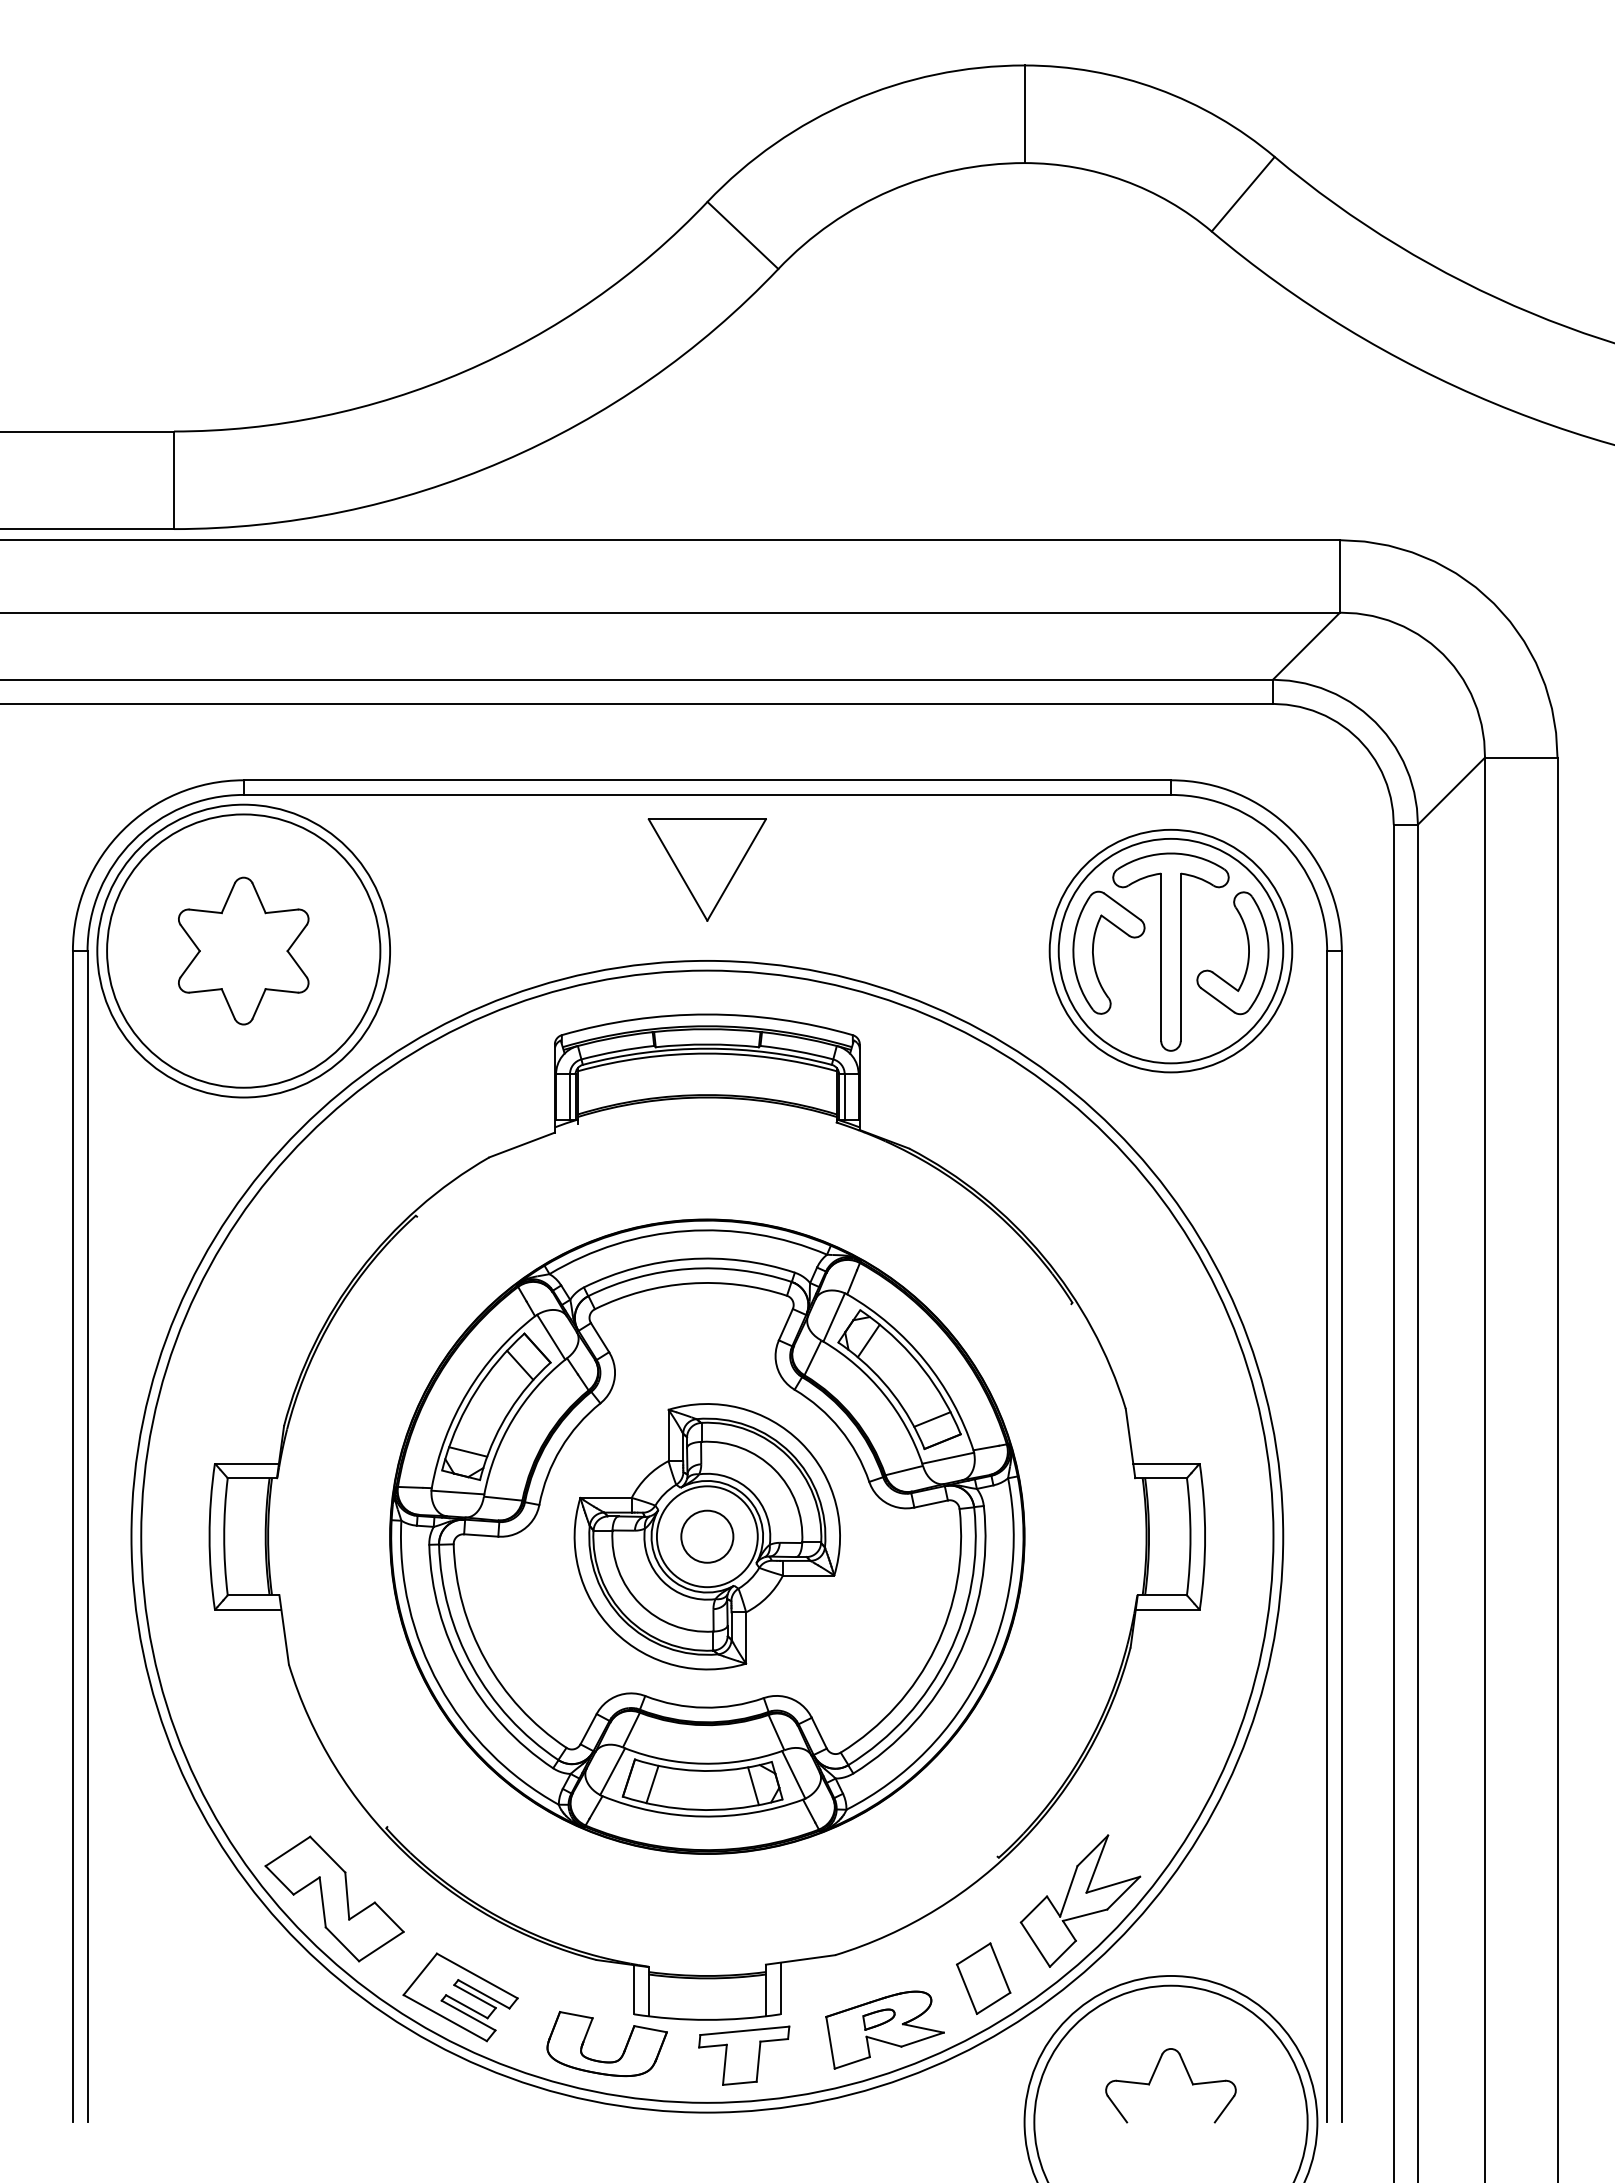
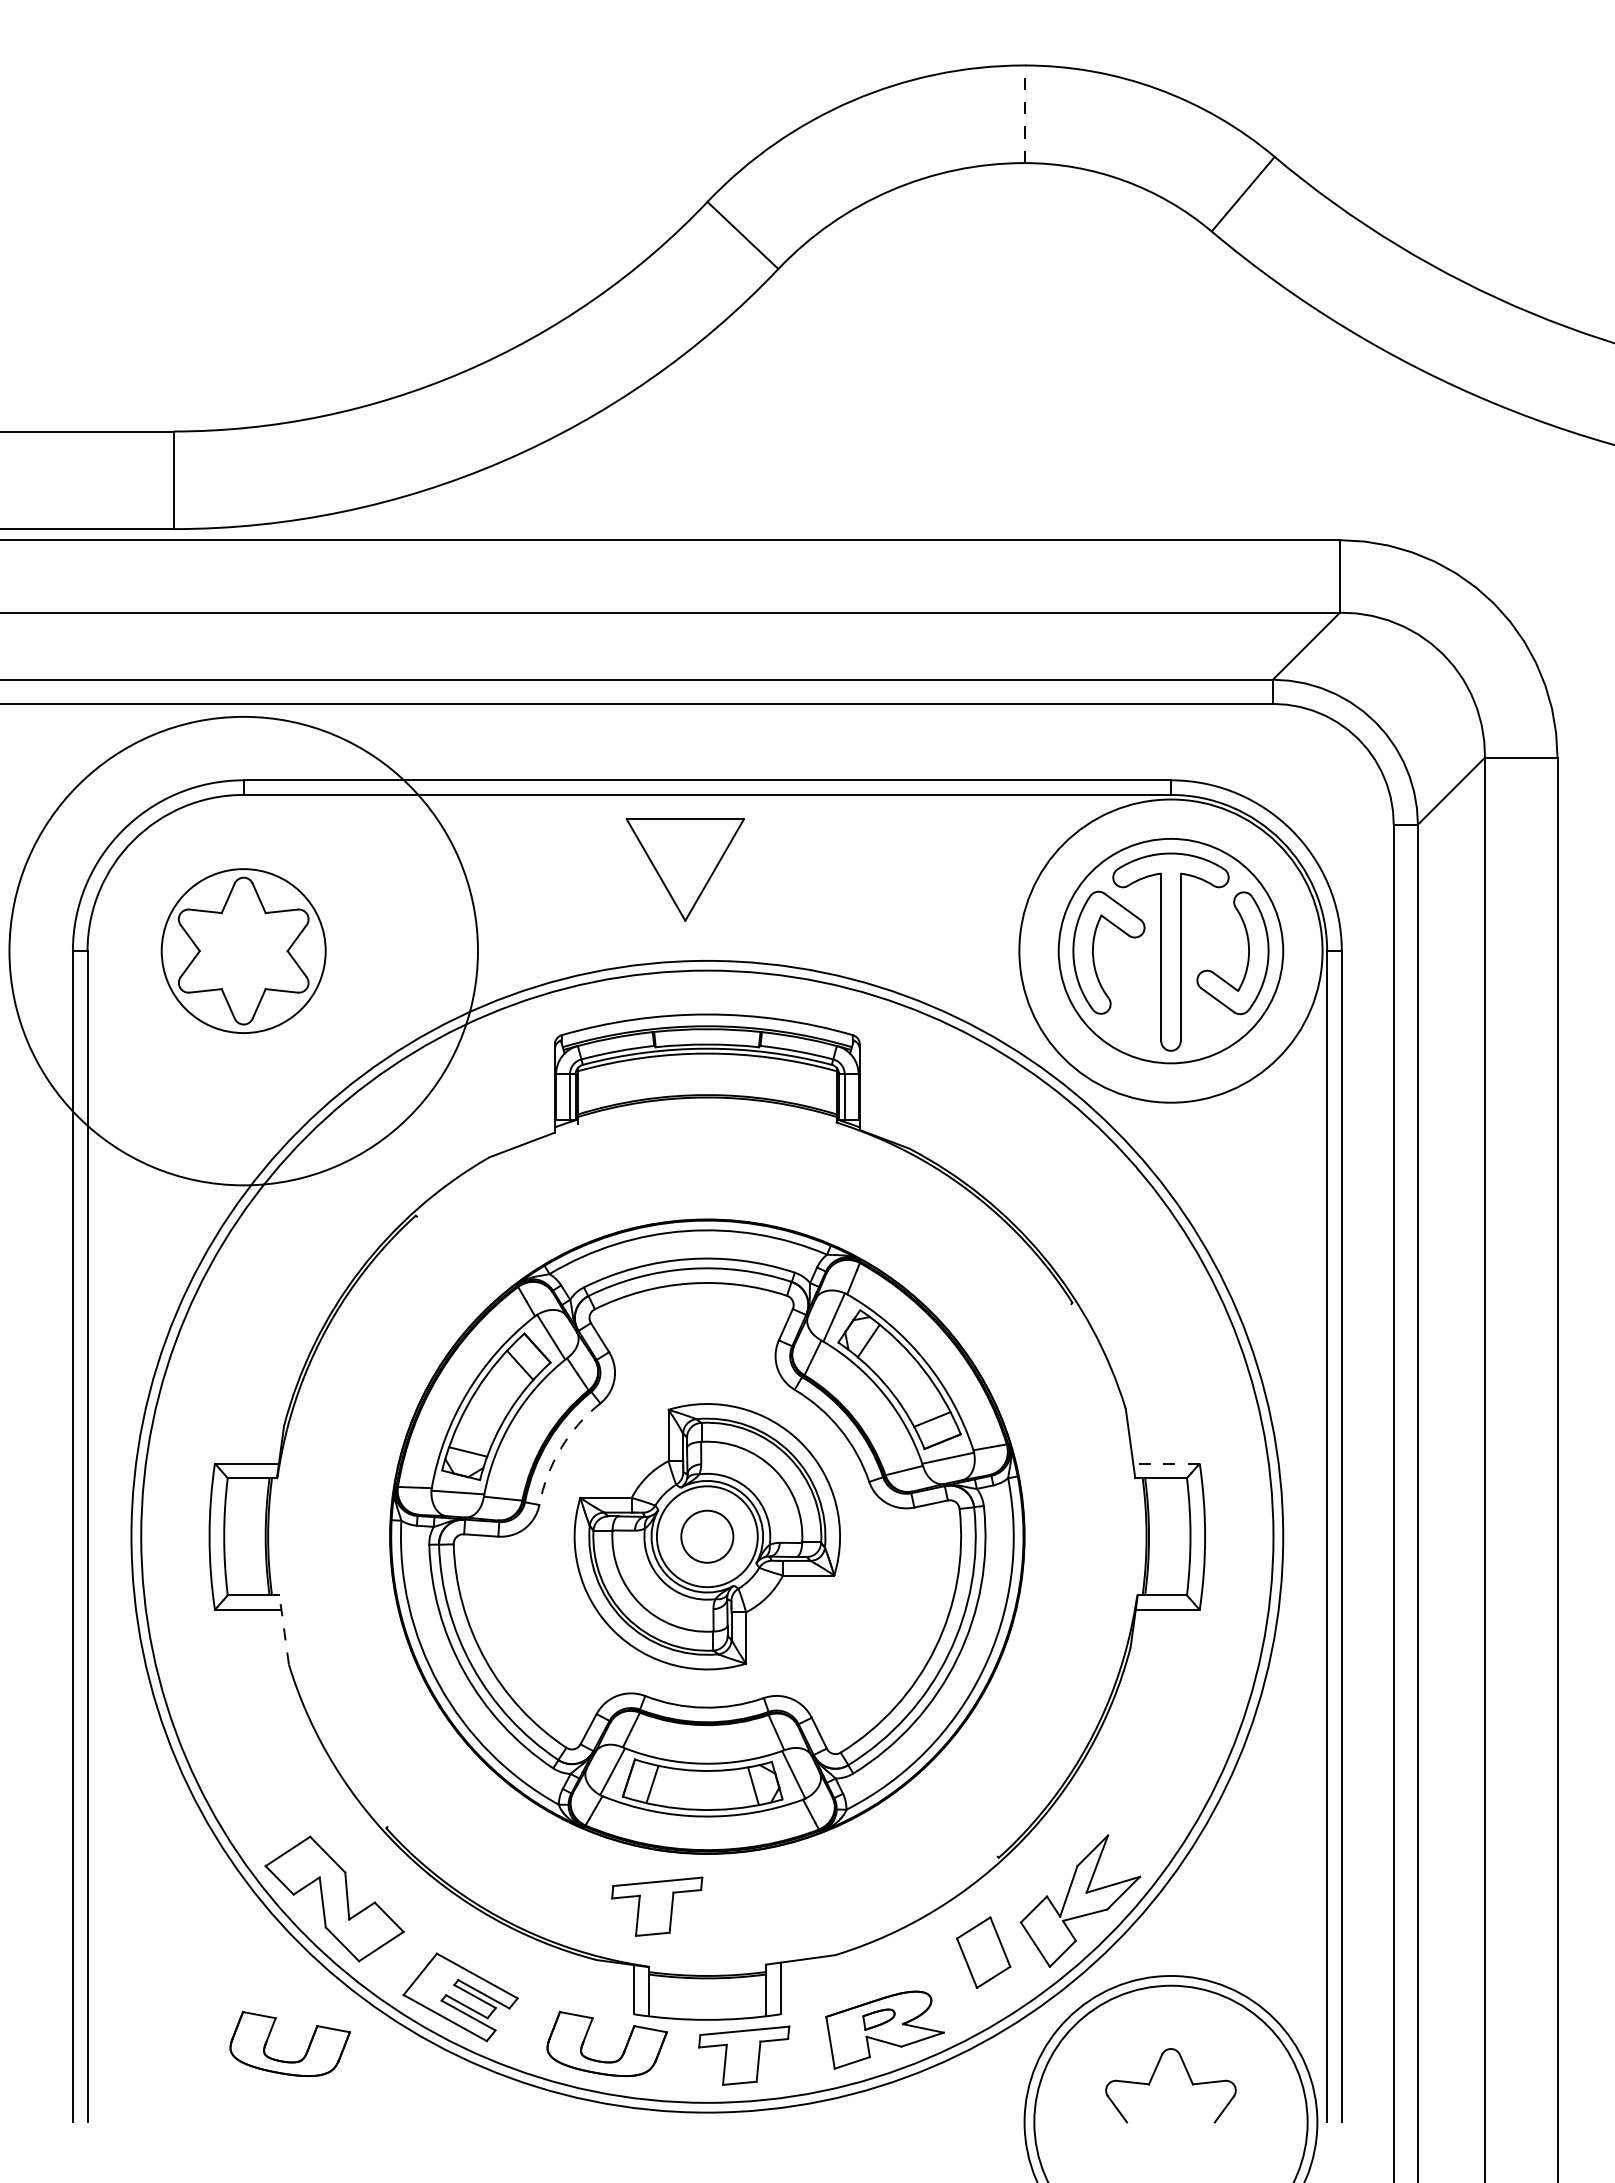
line at (1024, 114): solid -> dashed
part at (706, 869) position: (706, 869) -> (684, 869)
circle at (243, 950) diameter: 273 px -> 164 px
circle at (243, 950) diameter: 293 px -> 469 px
circle at (1170, 950) diameter: 243 px -> 303 px
arc at (560, 1448): solid -> dashed
line at (1166, 1463): solid -> dashed
line at (284, 1629): solid -> dashed
part at (657, 1906): none -> present
part at (983, 1978) position: (983, 1978) -> (983, 1952)
part at (284, 2060): none -> present
